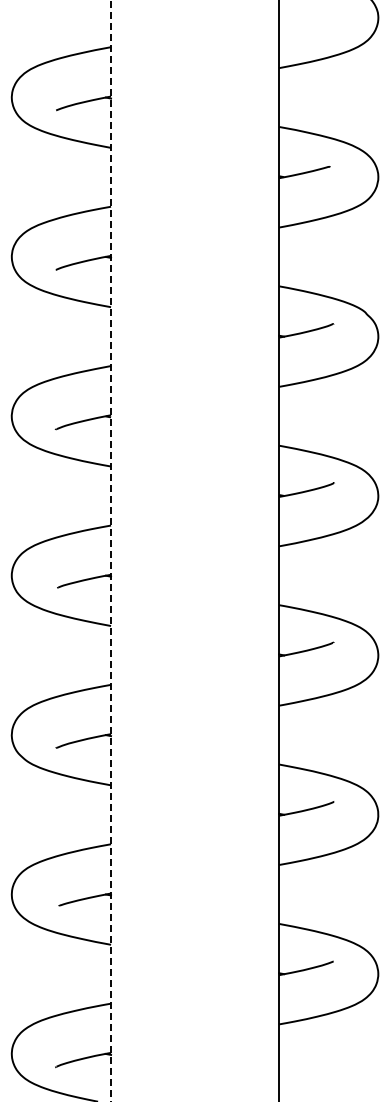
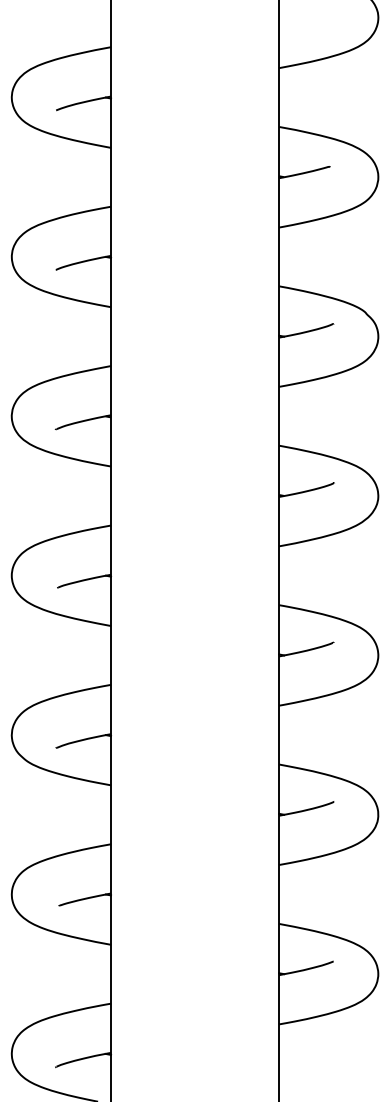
line at (111, 550): dashed -> solid
